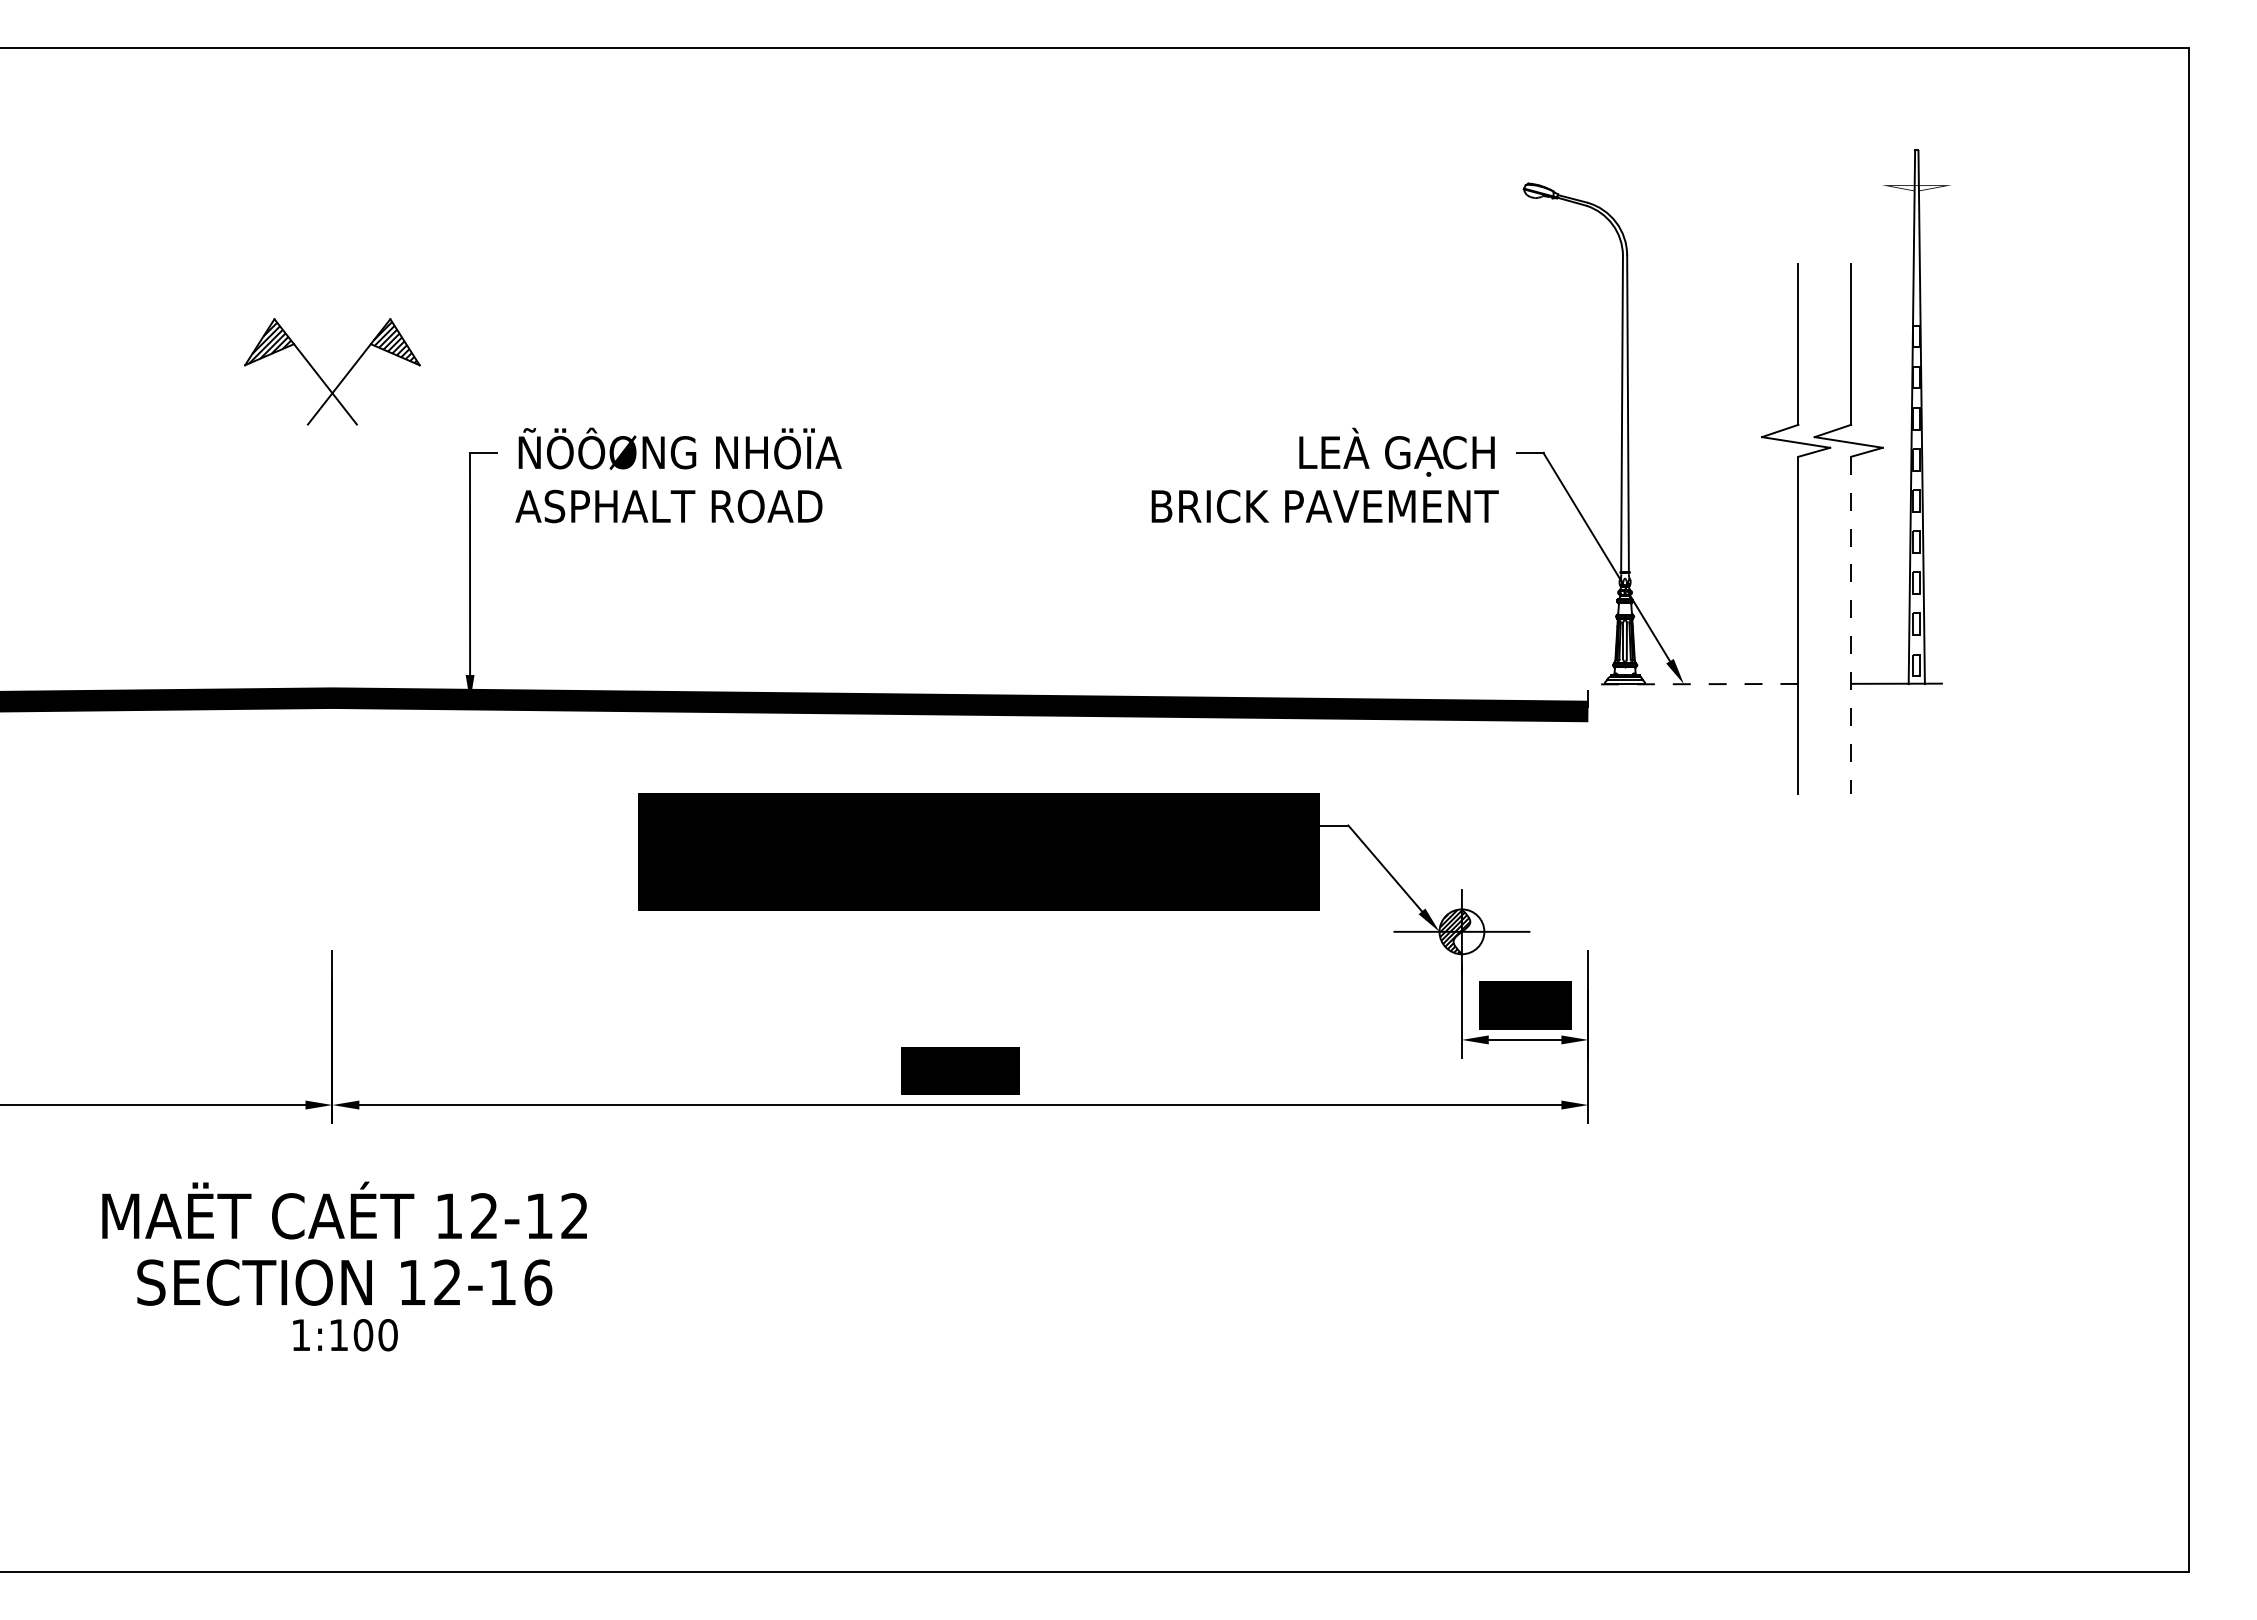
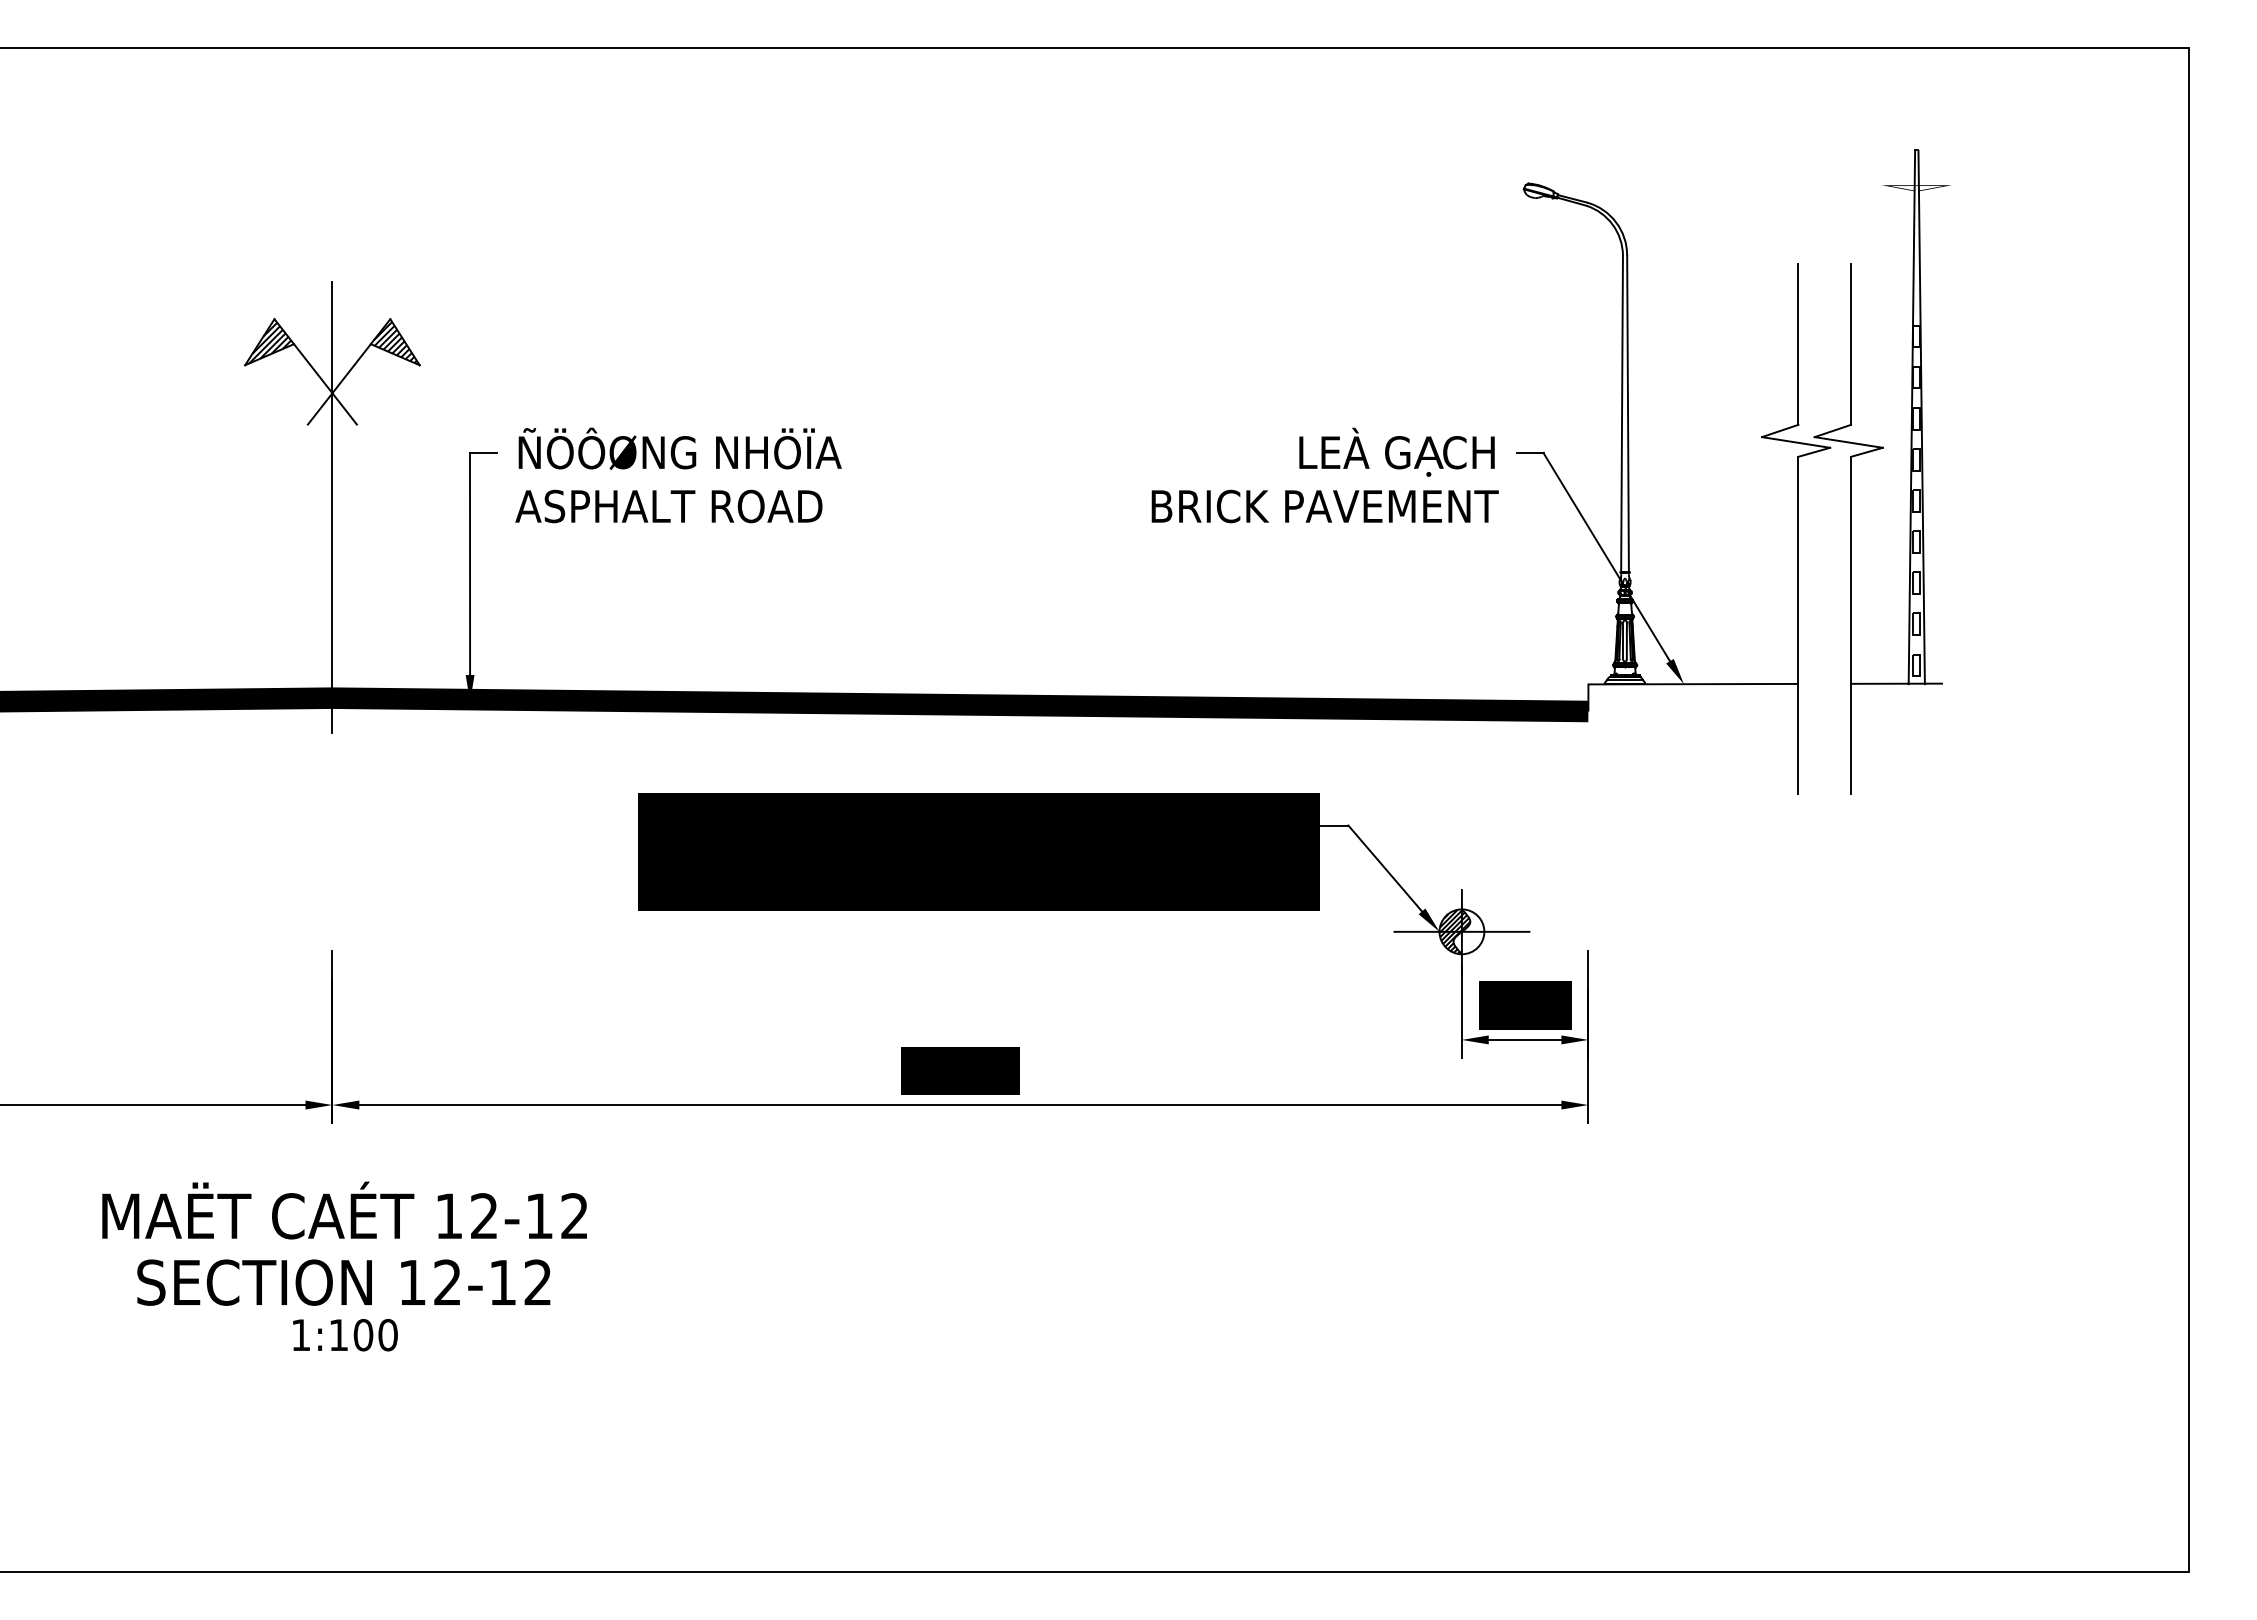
line at (332, 507): none -> present
line at (1851, 625): dashed -> solid
line at (1678, 684): dashed -> solid
text at (538, 1282): 12-16 -> 12-12
